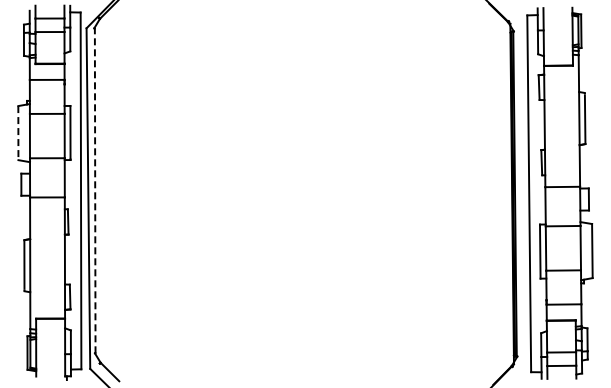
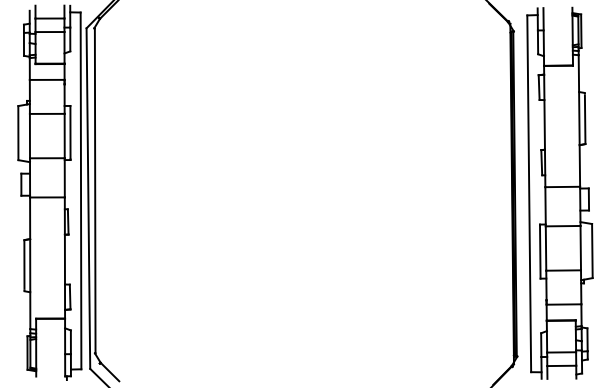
line at (18, 133): dashed -> solid
line at (95, 190): dashed -> solid
